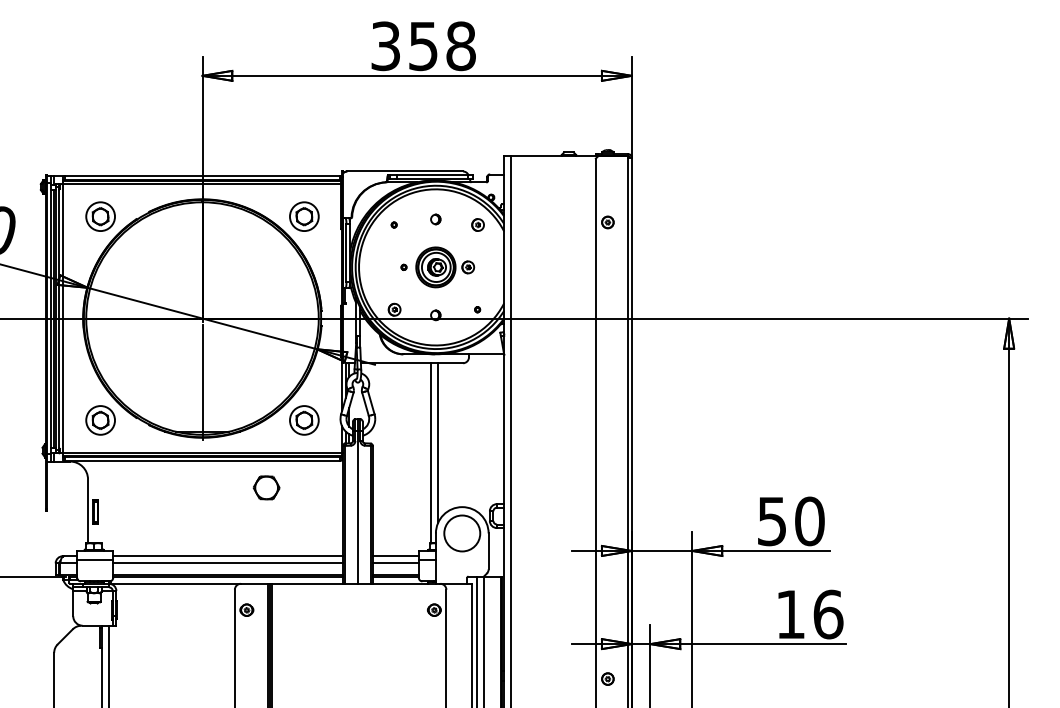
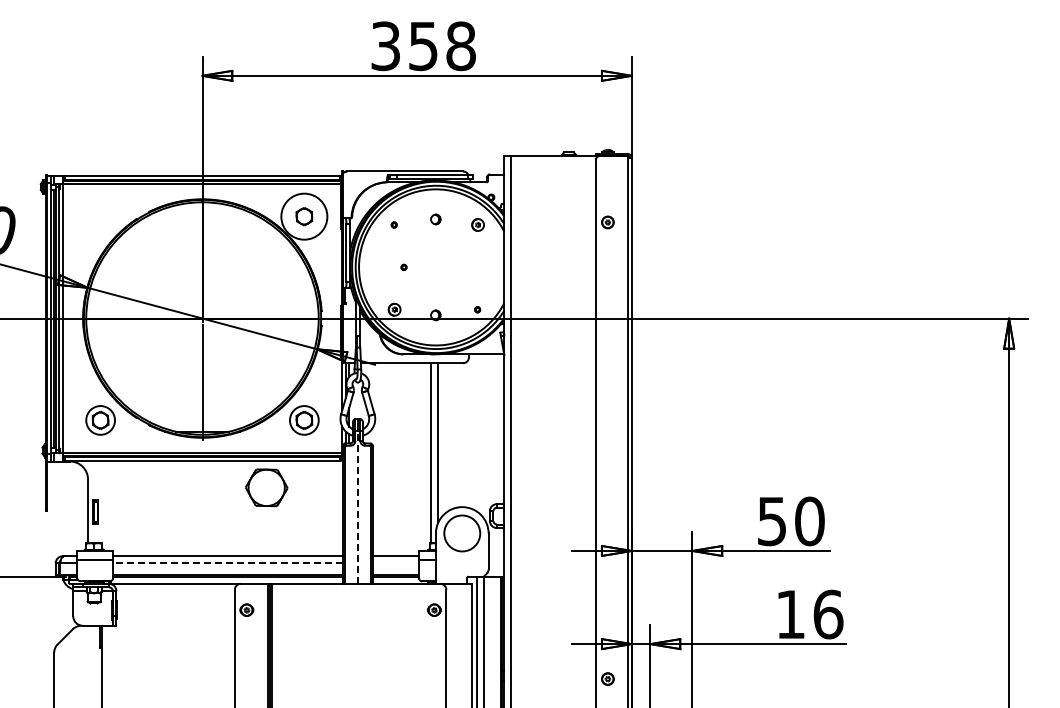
part at (100, 216): present -> none
circle at (304, 216) diameter: 29 px -> 46 px
part at (445, 267): present -> none
part at (266, 487) size: 29x26 px -> 44x40 px
line at (357, 506): solid -> dashed
line at (228, 563): solid -> dashed
line at (395, 563): present -> none
line at (109, 664): present -> none
